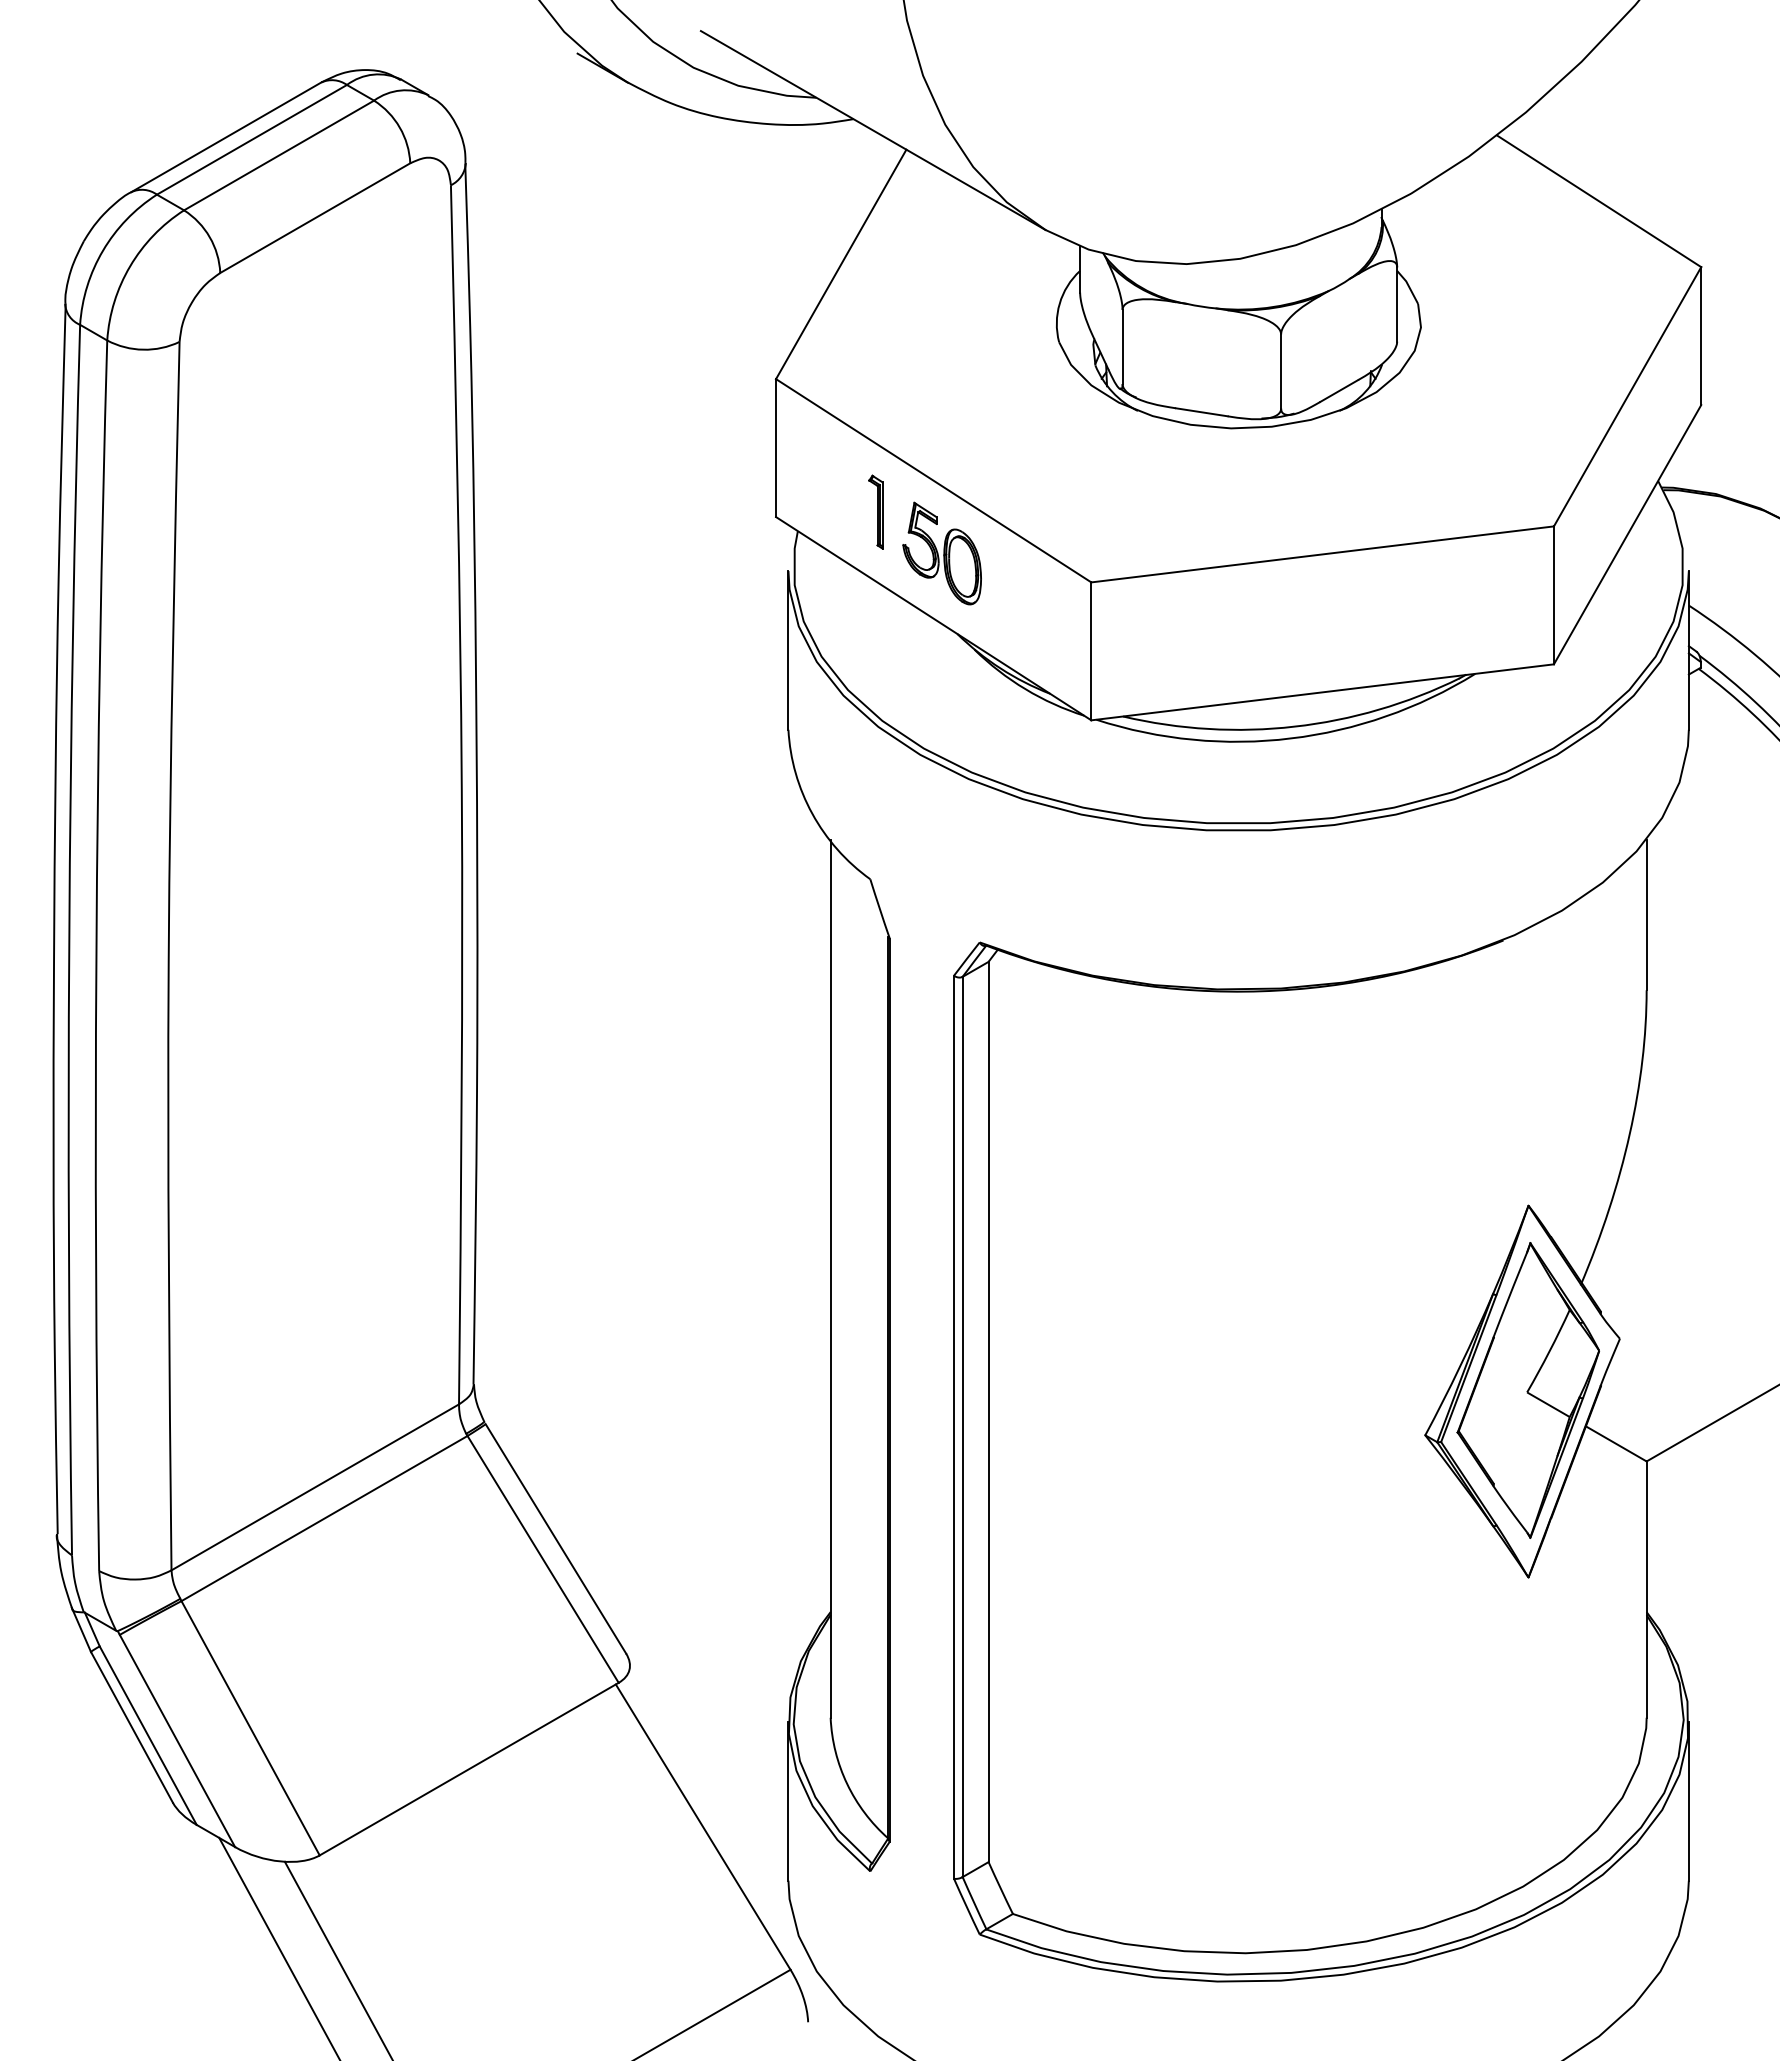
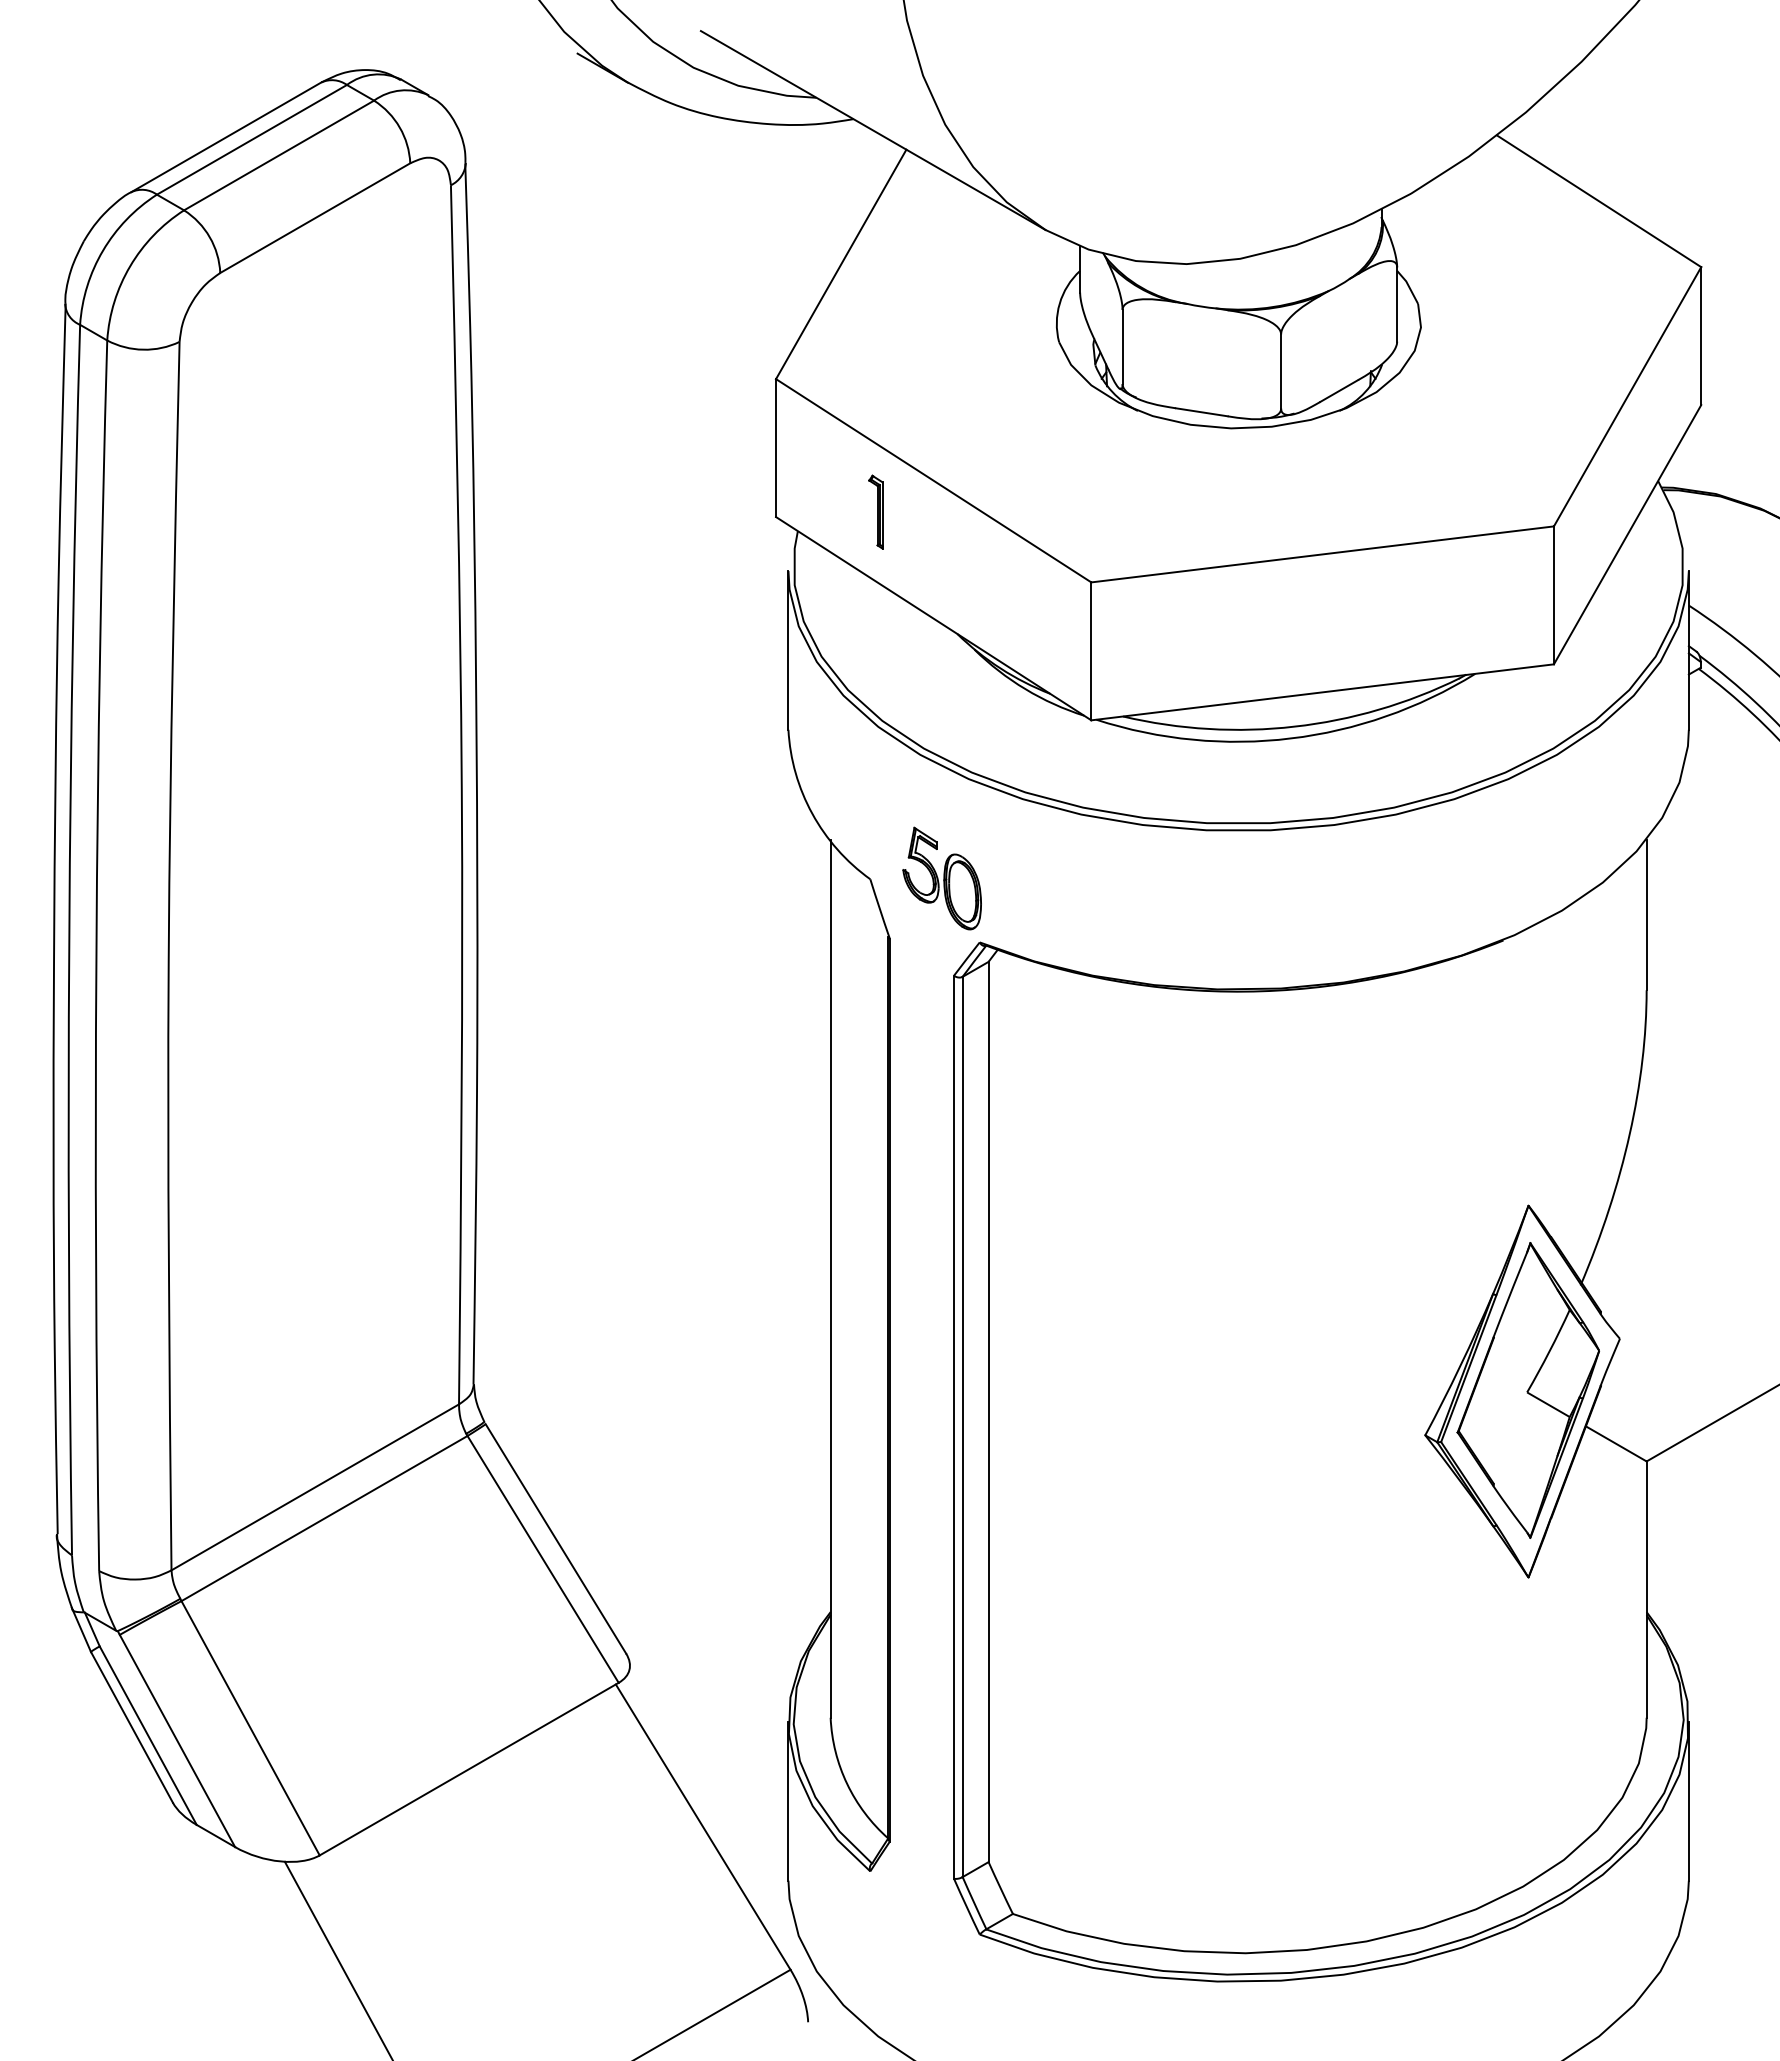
part at (941, 553) position: (941, 553) -> (941, 878)
line at (278, 1947): present -> none
